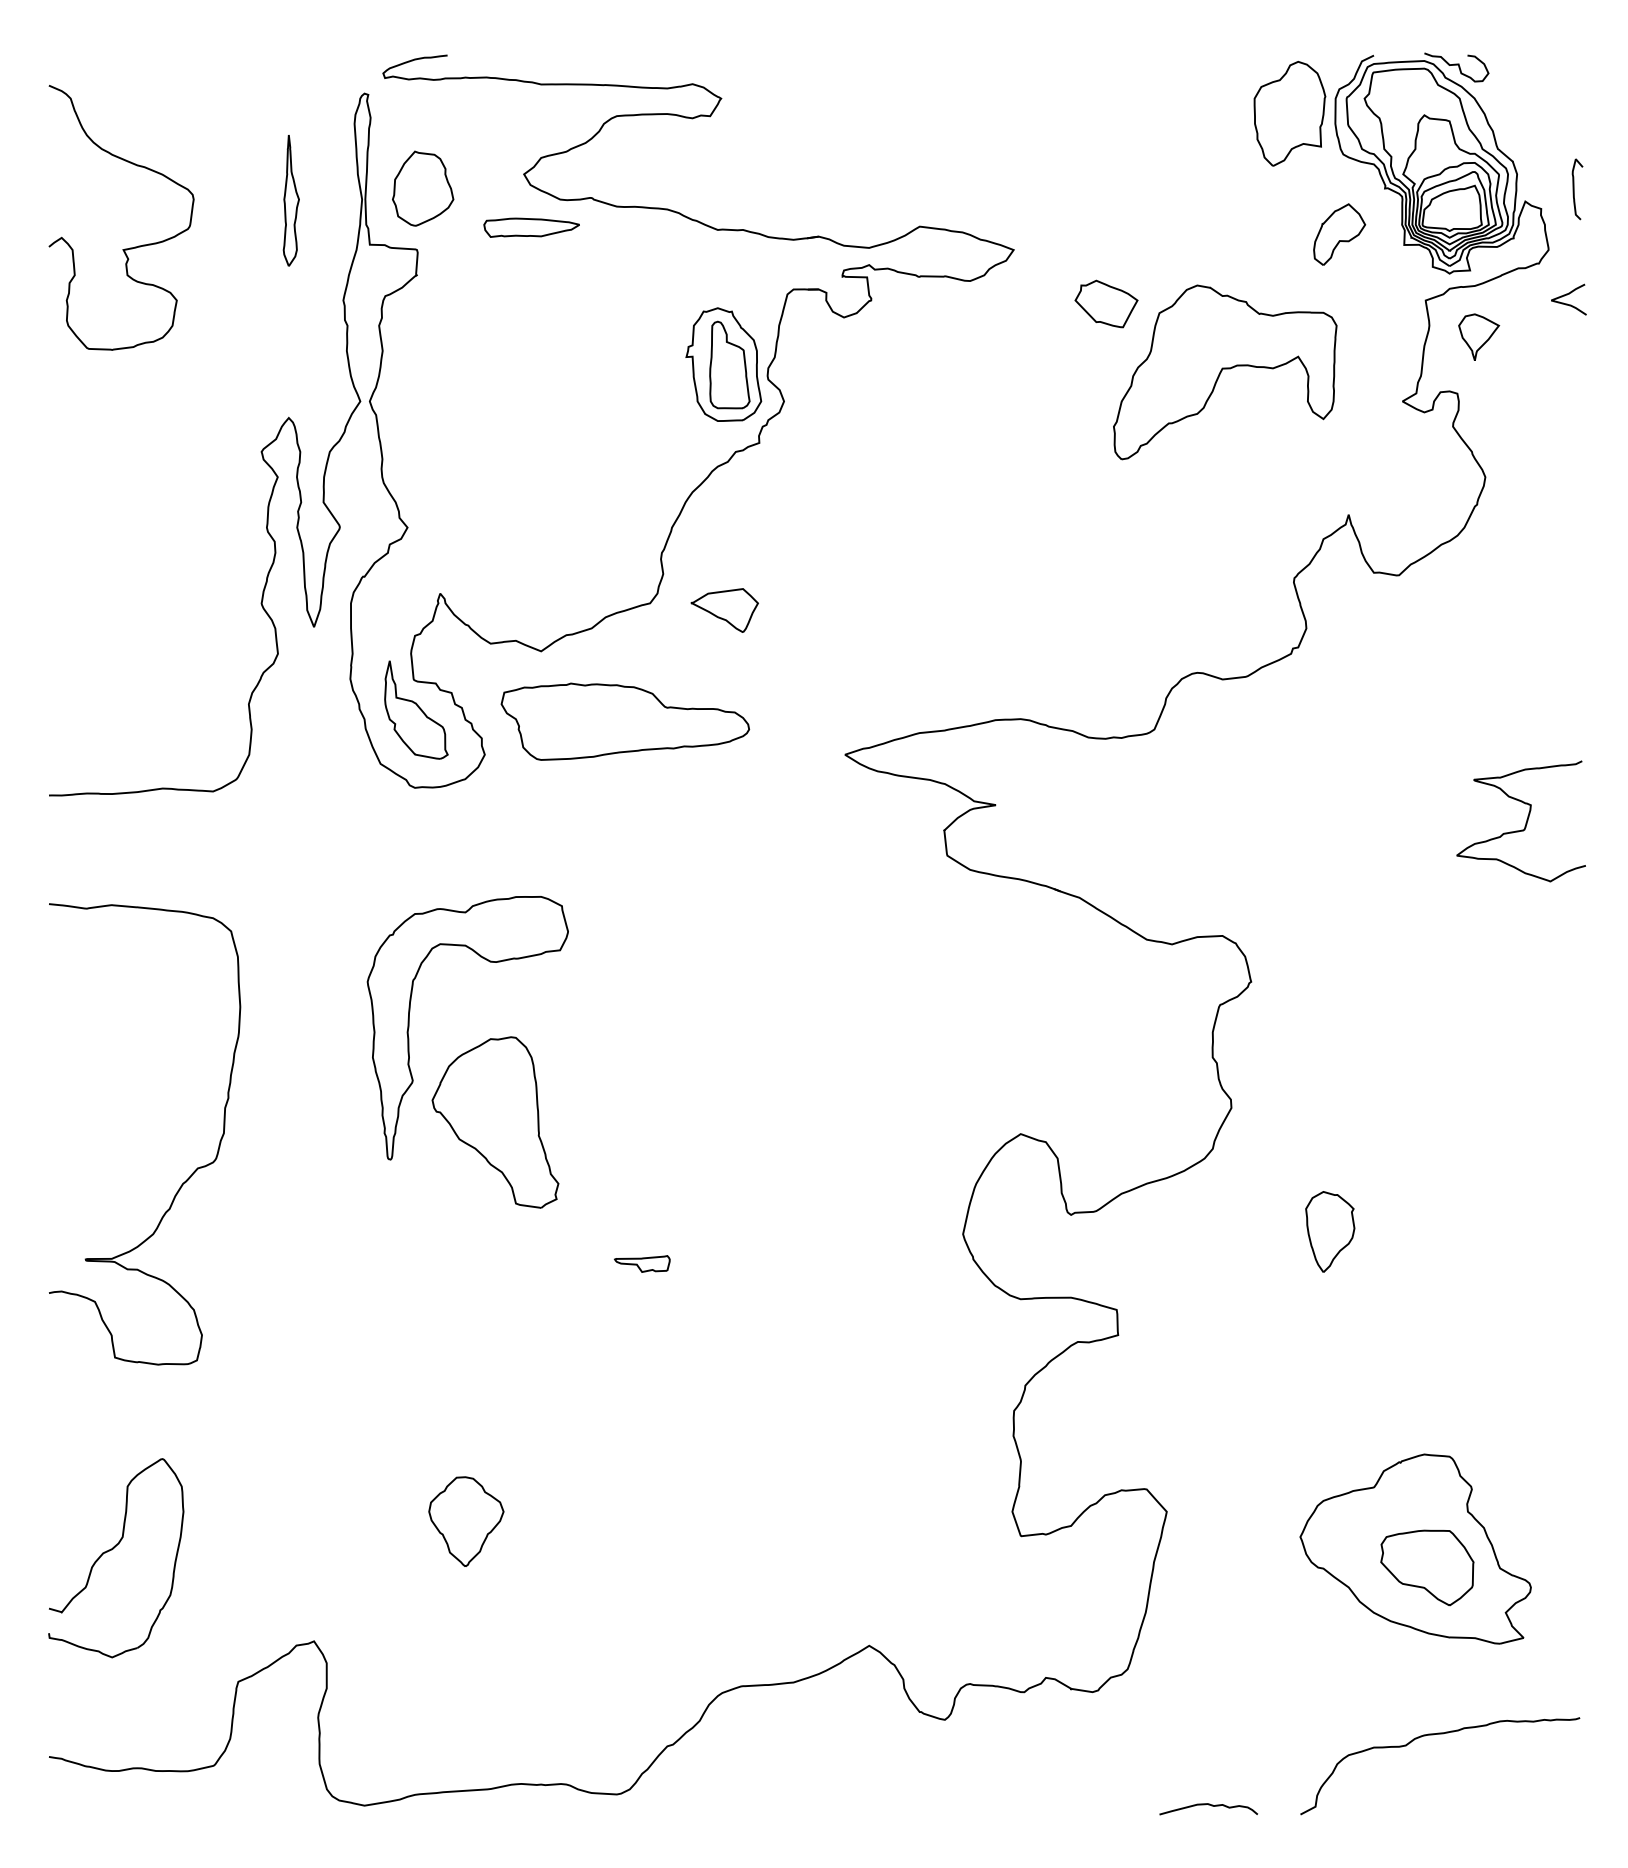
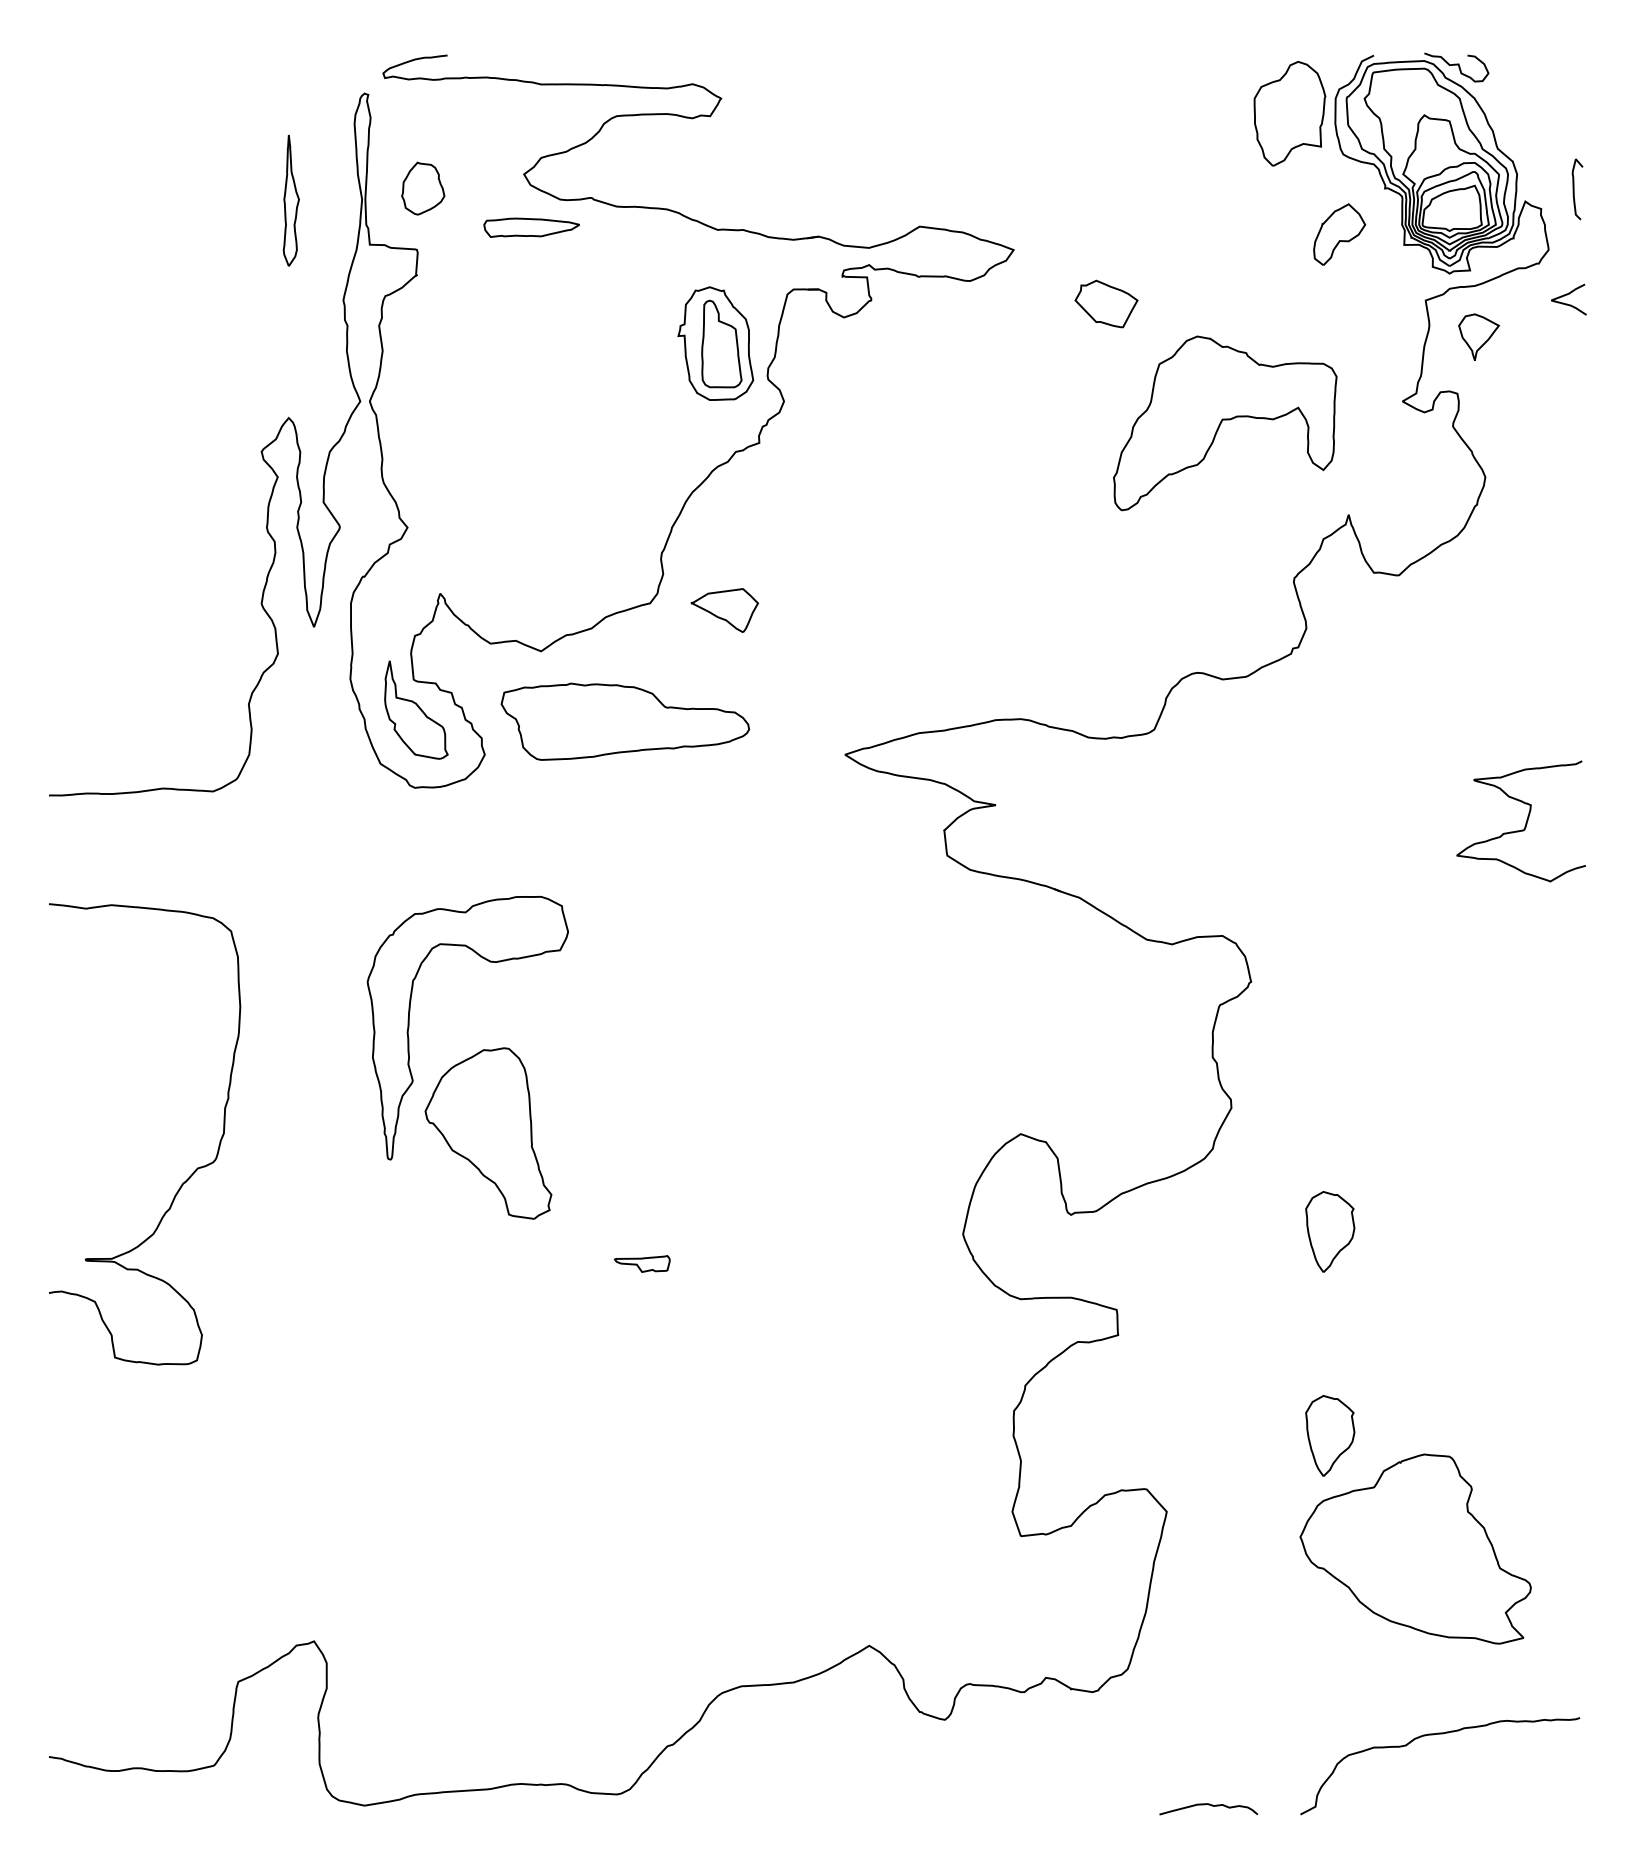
part at (423, 188) size: 63x77 px -> 45x55 px
curve at (129, 247): present -> none
part at (723, 364) position: (723, 364) -> (715, 343)
part at (1225, 372) position: (1225, 372) -> (1225, 423)
part at (495, 1122) position: (495, 1122) -> (488, 1133)
part at (1330, 1435): none -> present
part at (466, 1521): present -> none
part at (111, 1550): present -> none
part at (1427, 1567): present -> none
